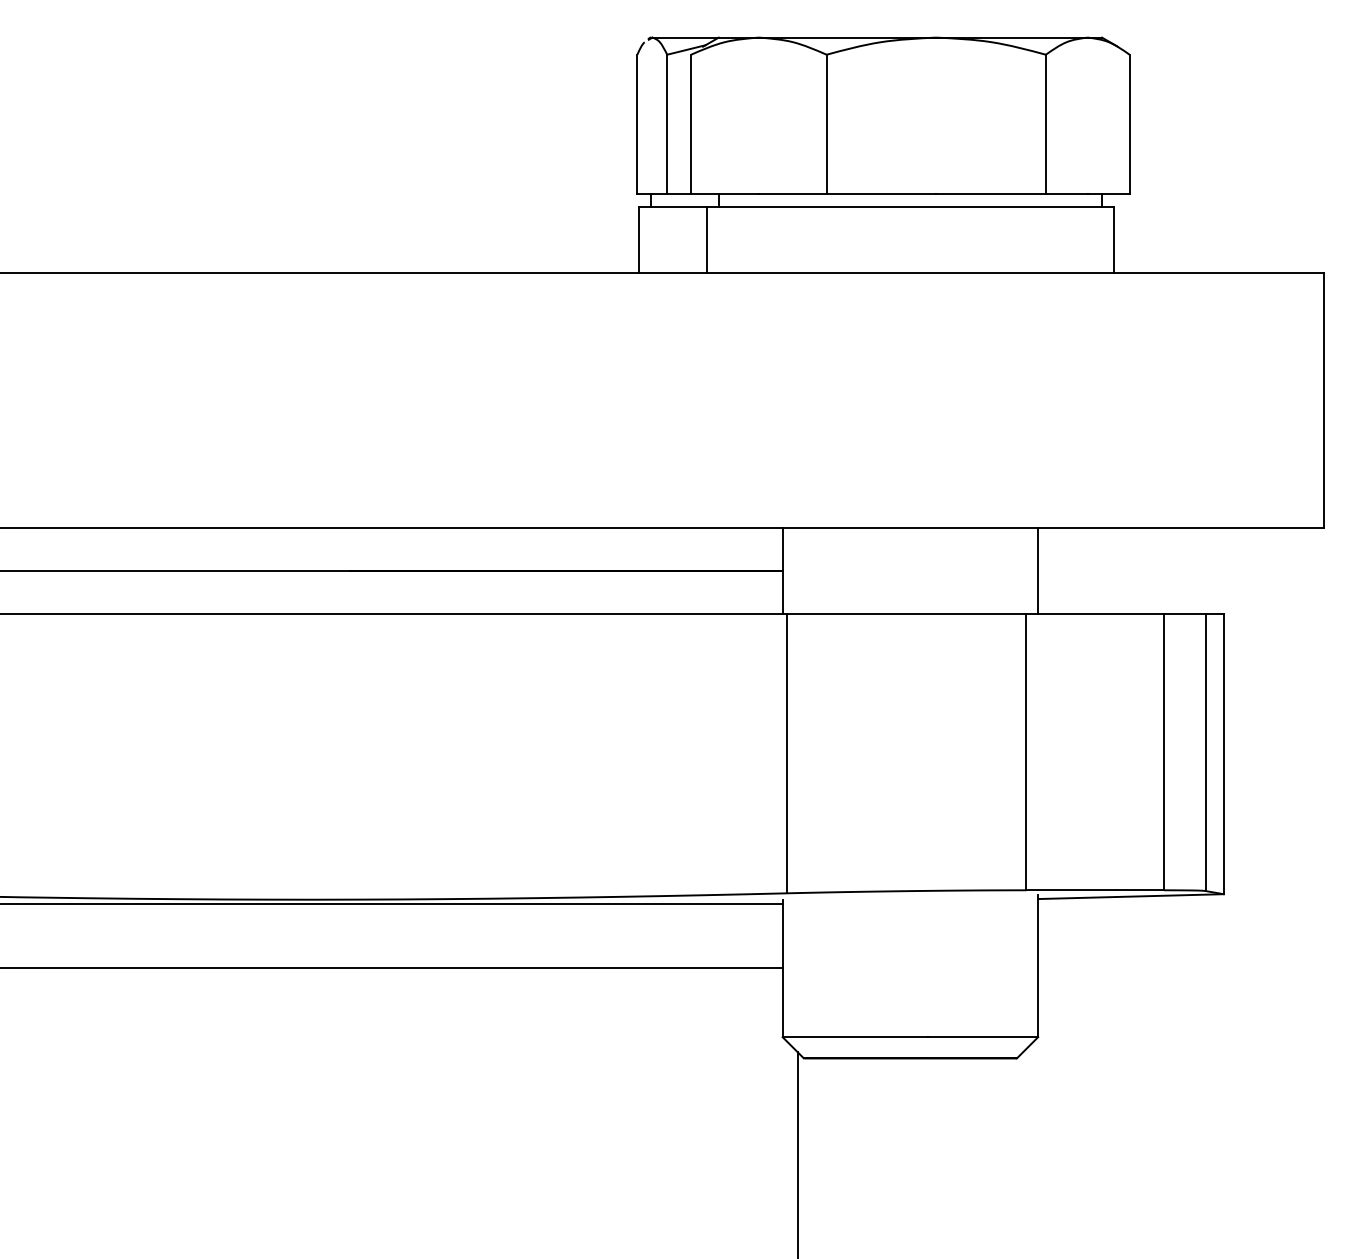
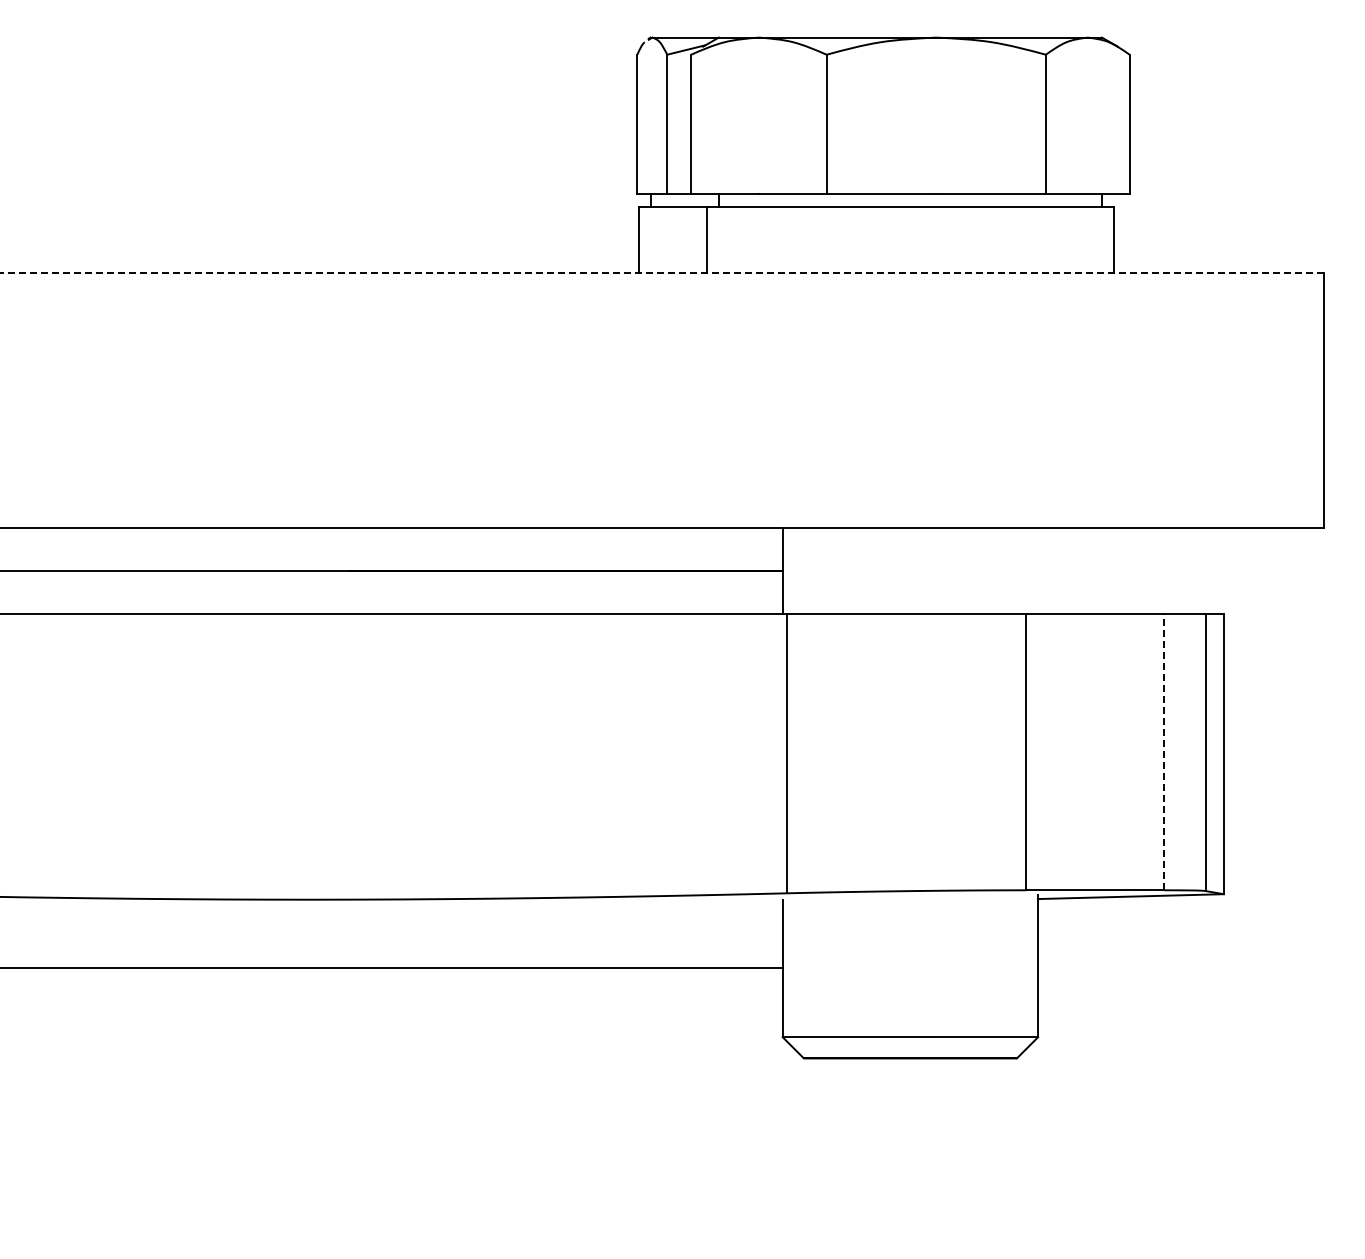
line at (662, 272): solid -> dashed
line at (1038, 570): present -> none
line at (1164, 751): solid -> dashed
line at (392, 903): present -> none
line at (797, 1153): present -> none
